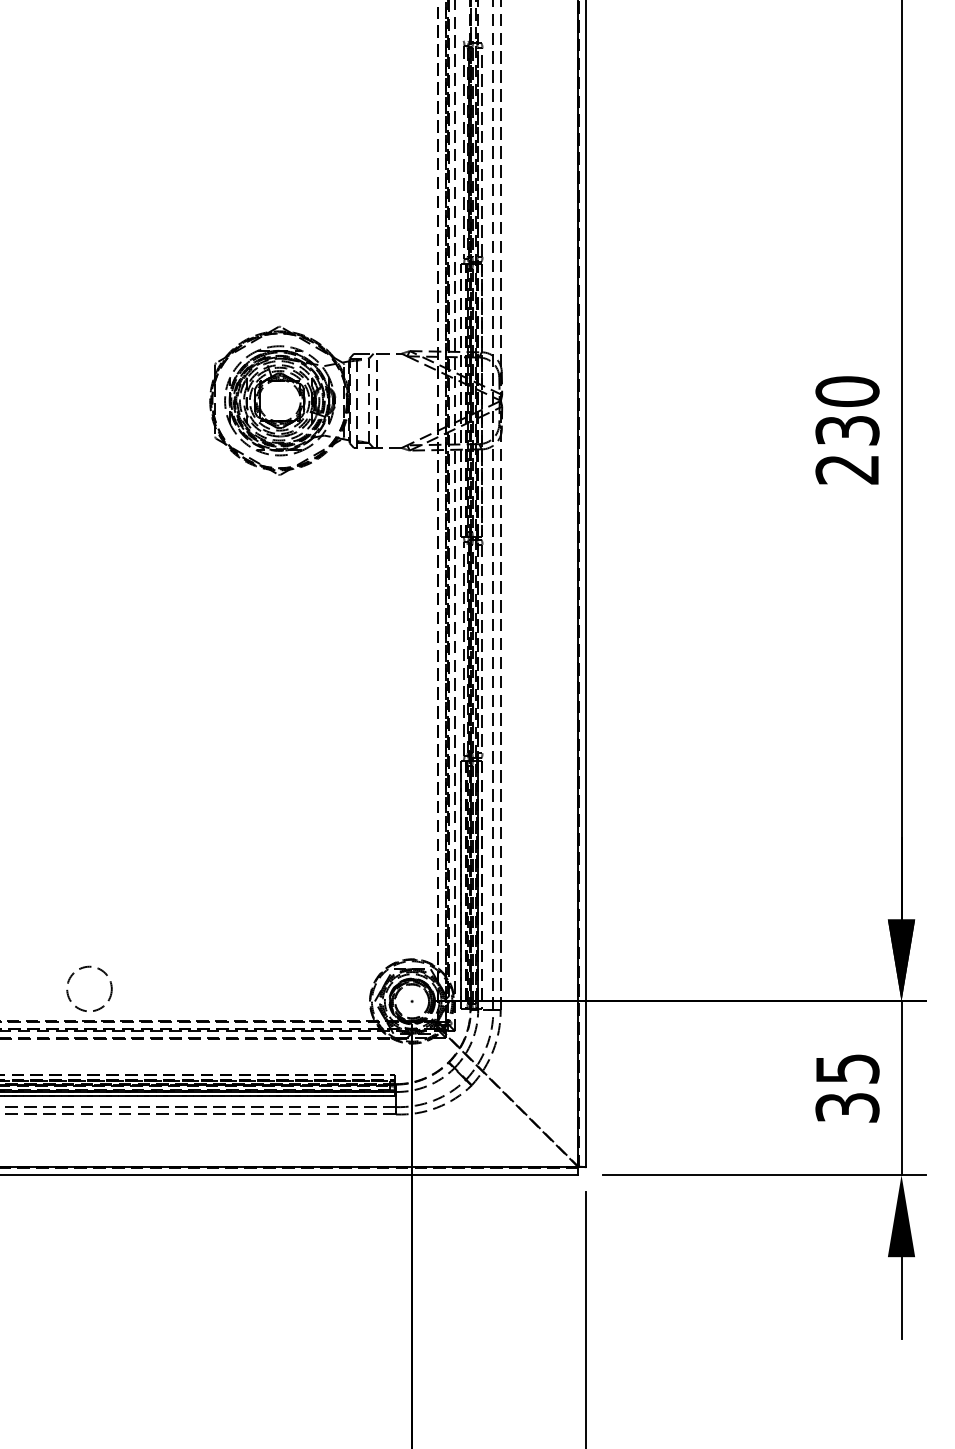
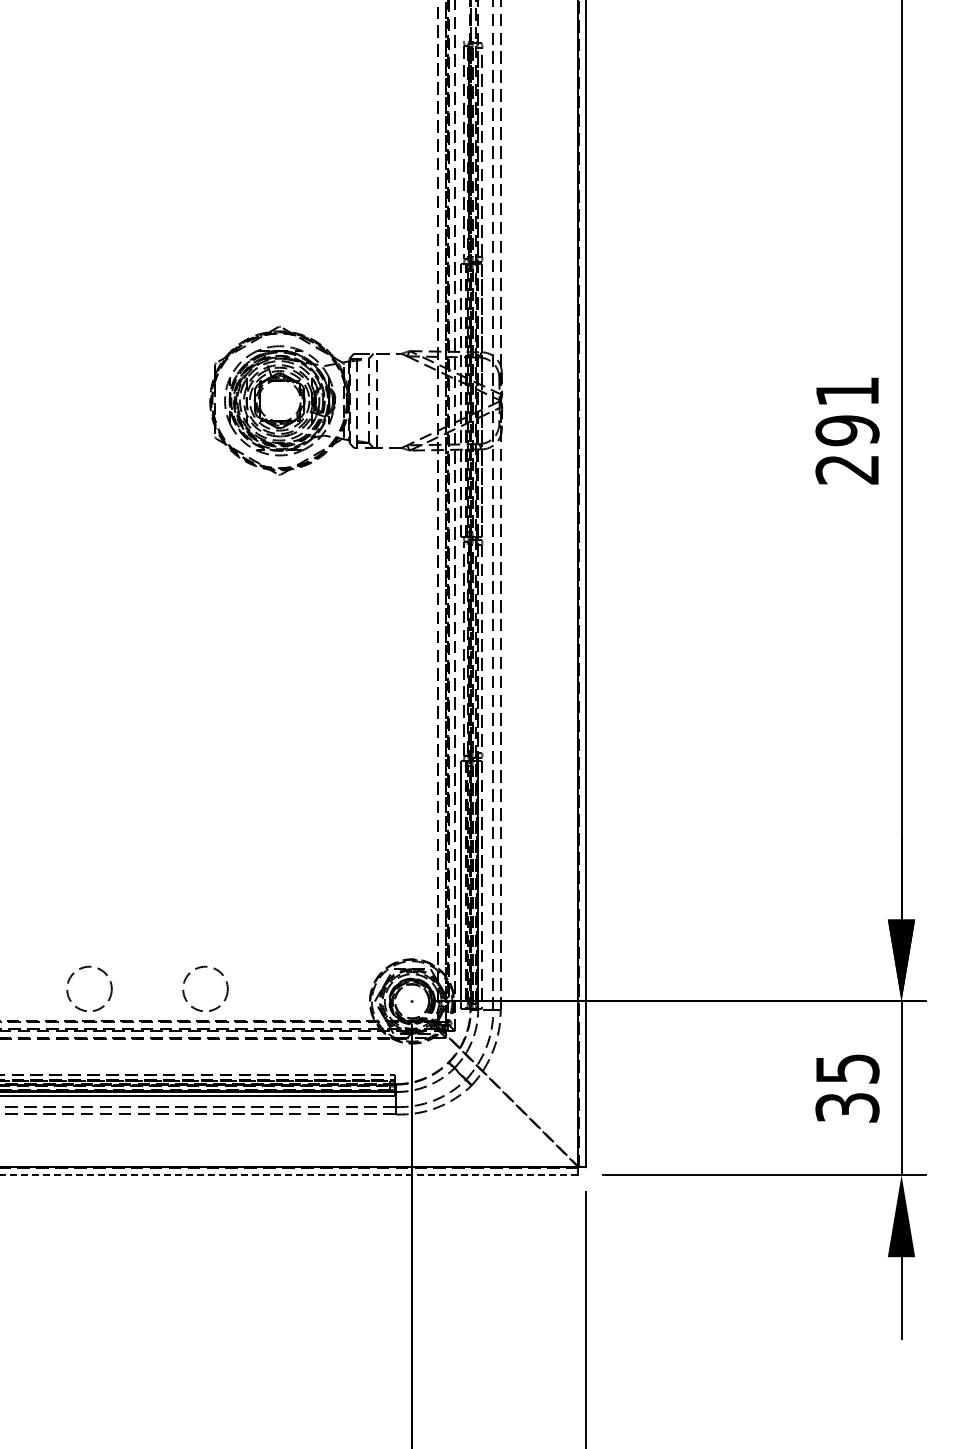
text at (847, 411): 230 -> 291
circle at (205, 988): none -> present
line at (289, 1175): solid -> dashed
